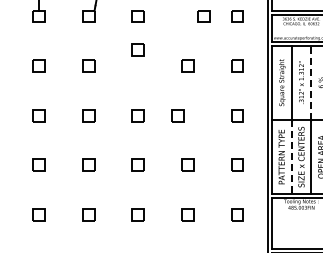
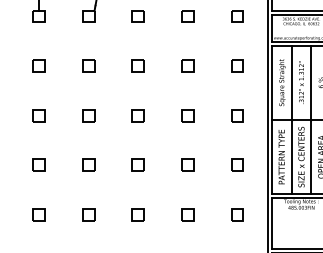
part at (203, 16) position: (203, 16) -> (187, 16)
part at (137, 49) position: (137, 49) -> (137, 65)
line at (311, 82): dashed -> solid
part at (177, 115) position: (177, 115) -> (187, 115)
line at (291, 157): dashed -> solid
